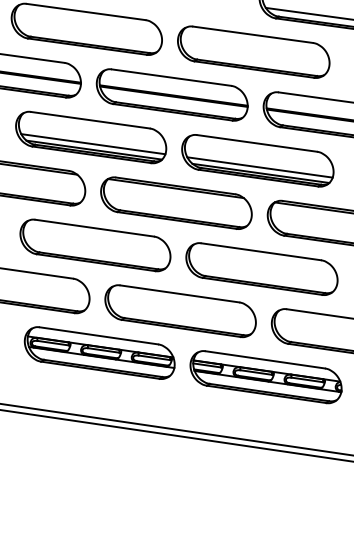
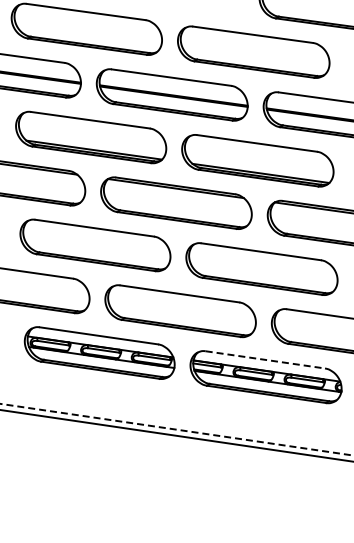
line at (307, 13): present -> none
line at (93, 144): present -> none
line at (259, 167): present -> none
line at (265, 359): solid -> dashed
line at (177, 429): solid -> dashed
